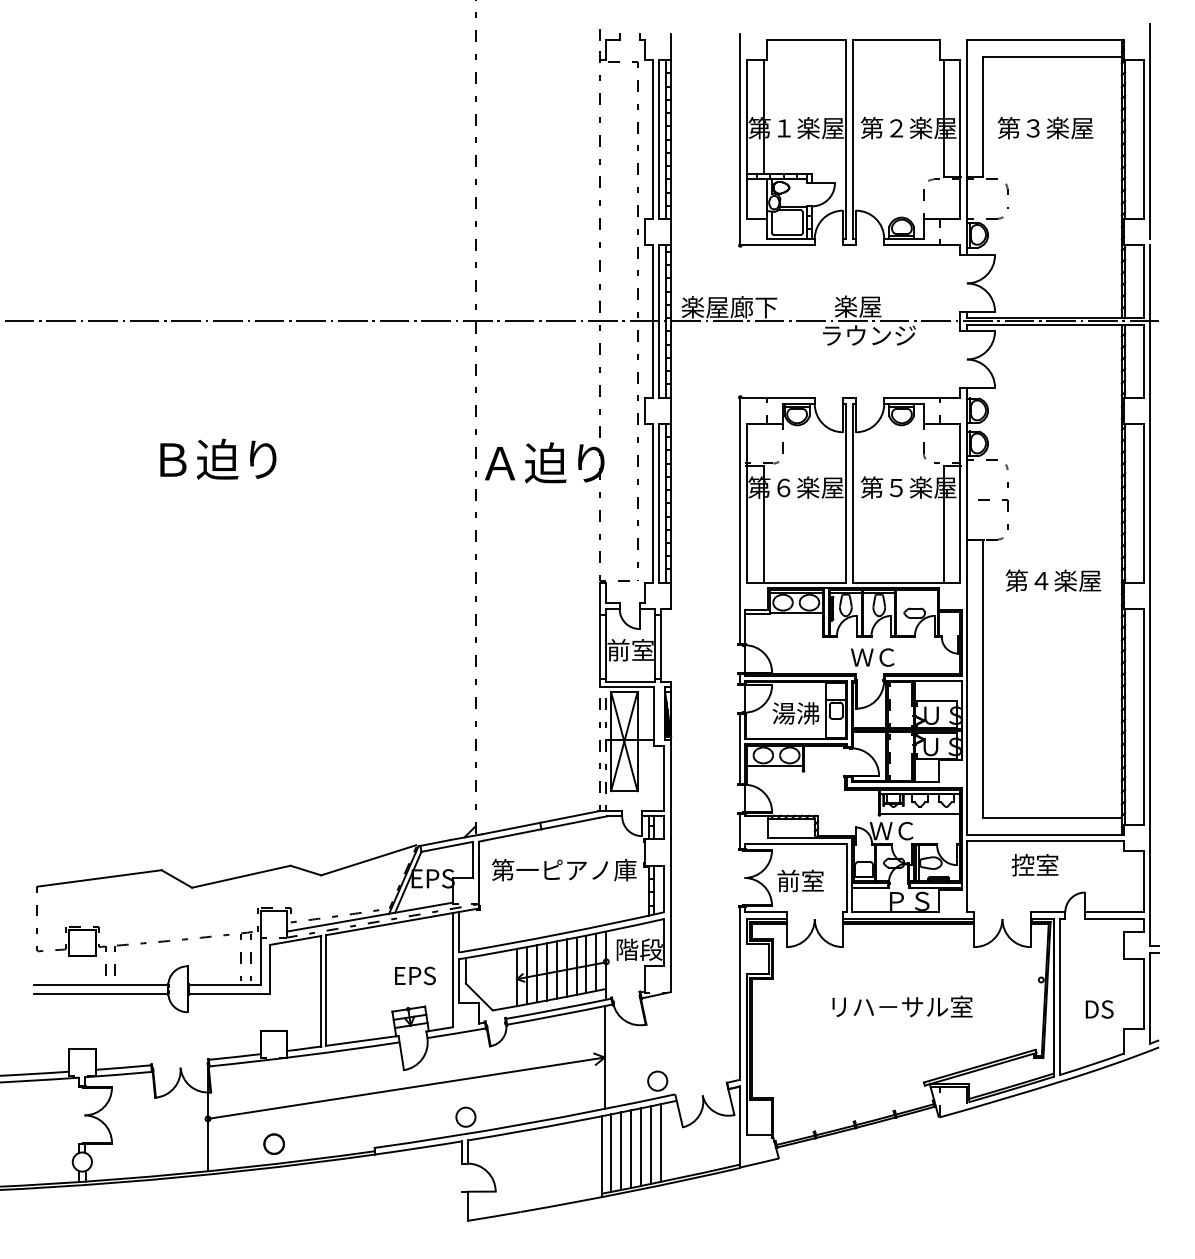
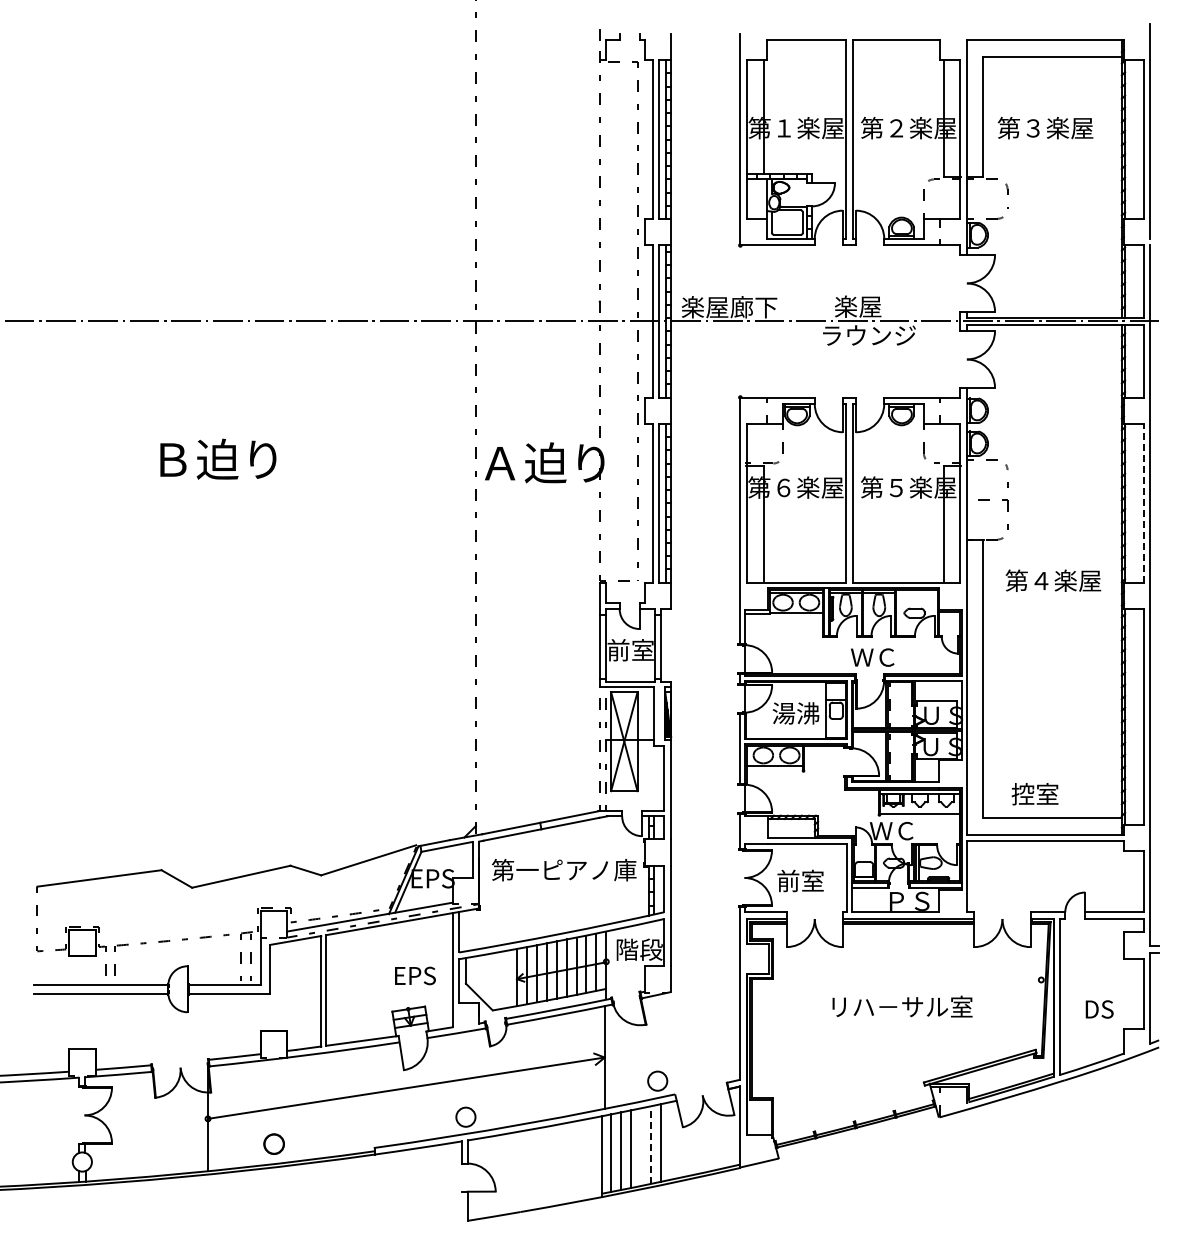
line at (1143, 502): solid -> dashed
text at (1034, 865) position: (1034, 865) -> (1034, 794)
line at (651, 1145): solid -> dashed
line at (641, 1147): present -> none
